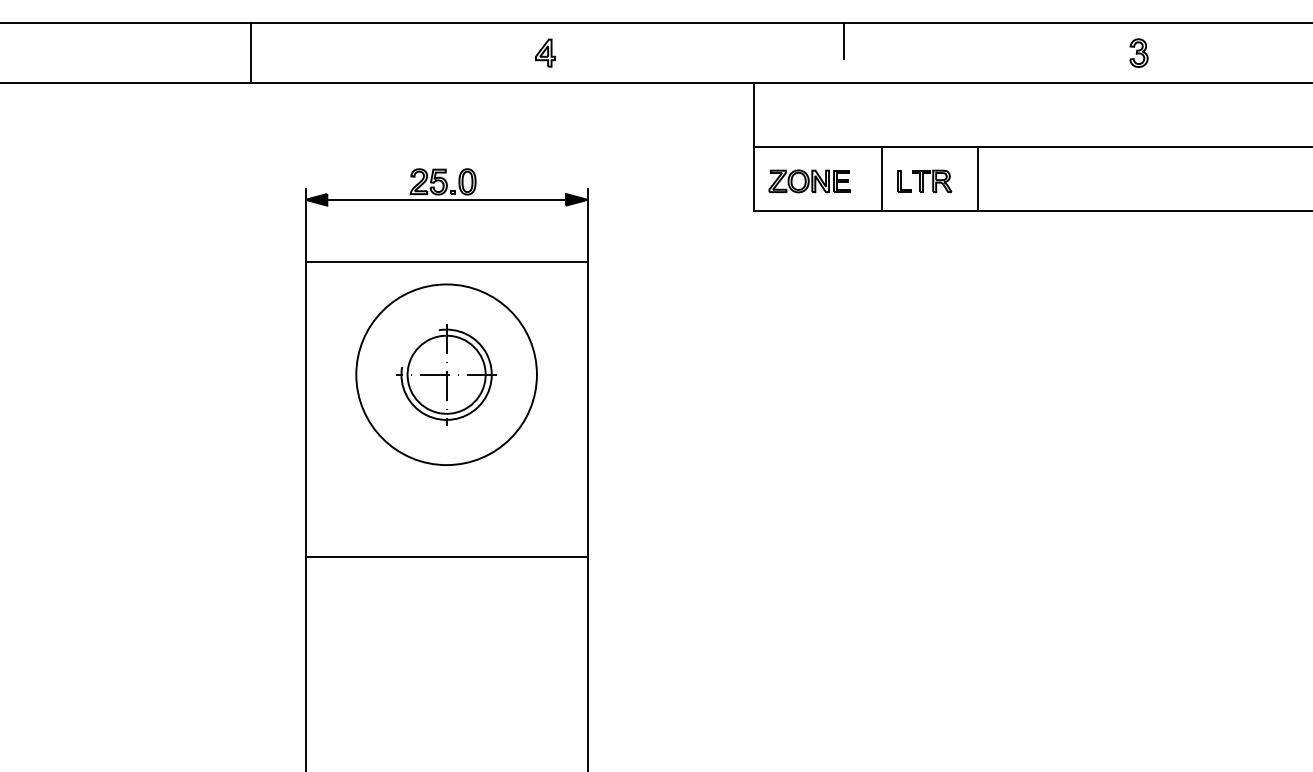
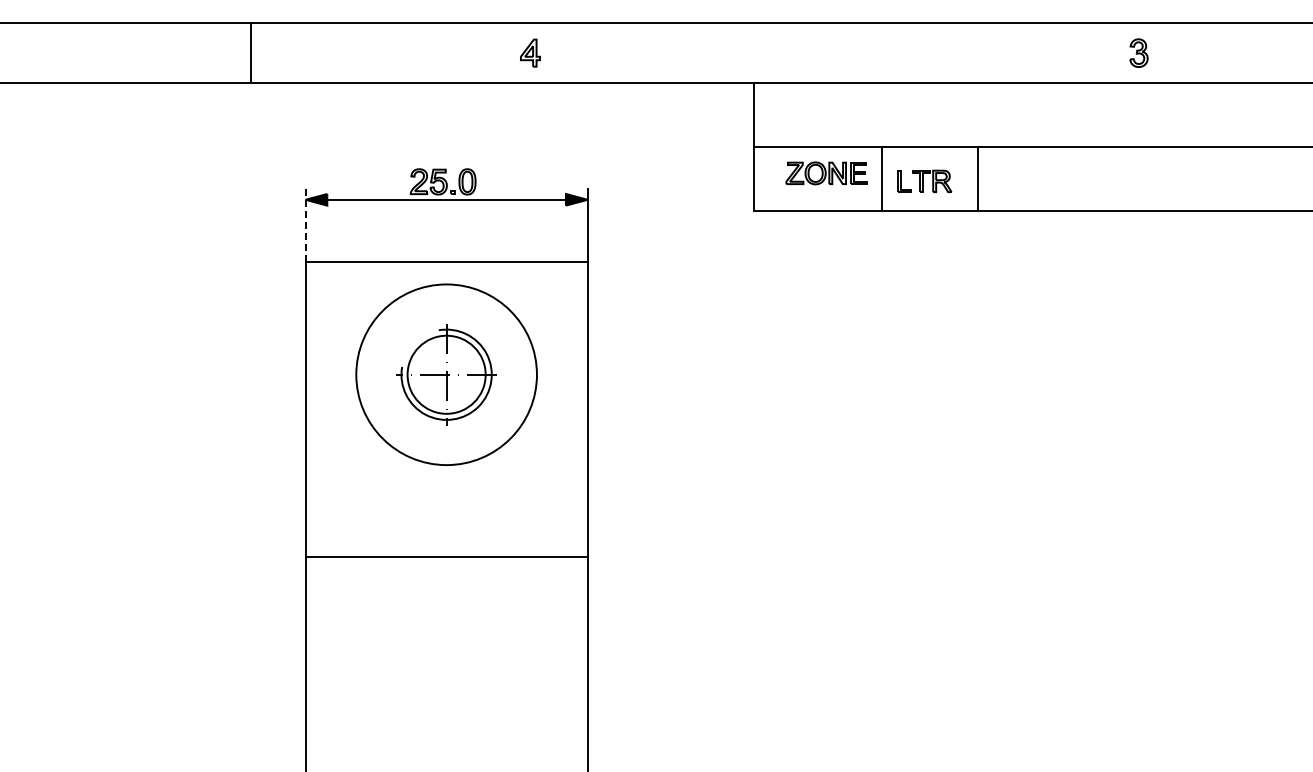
line at (843, 40): present -> none
part at (545, 52) position: (545, 52) -> (530, 52)
part at (809, 181) position: (809, 181) -> (826, 173)
line at (305, 225): solid -> dashed
